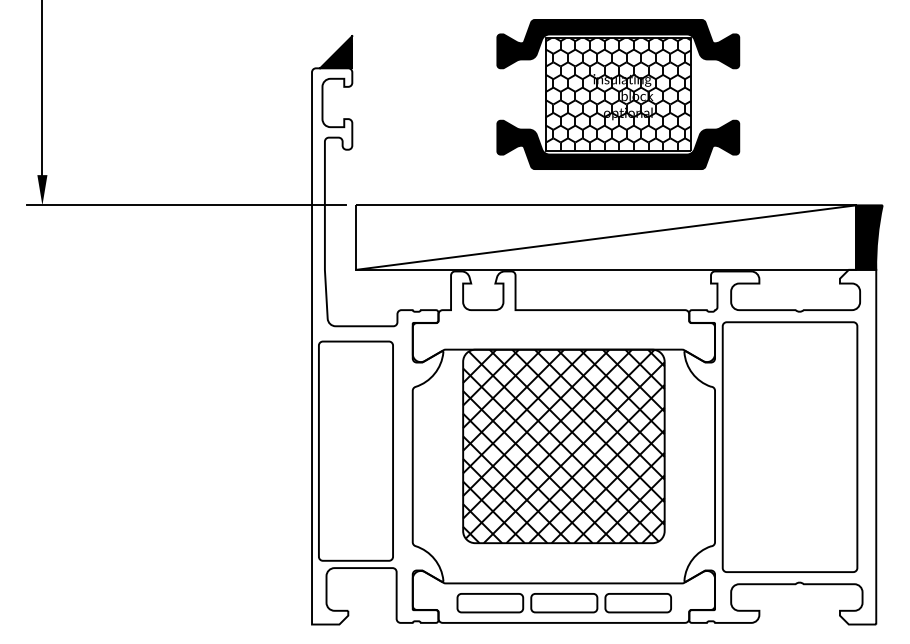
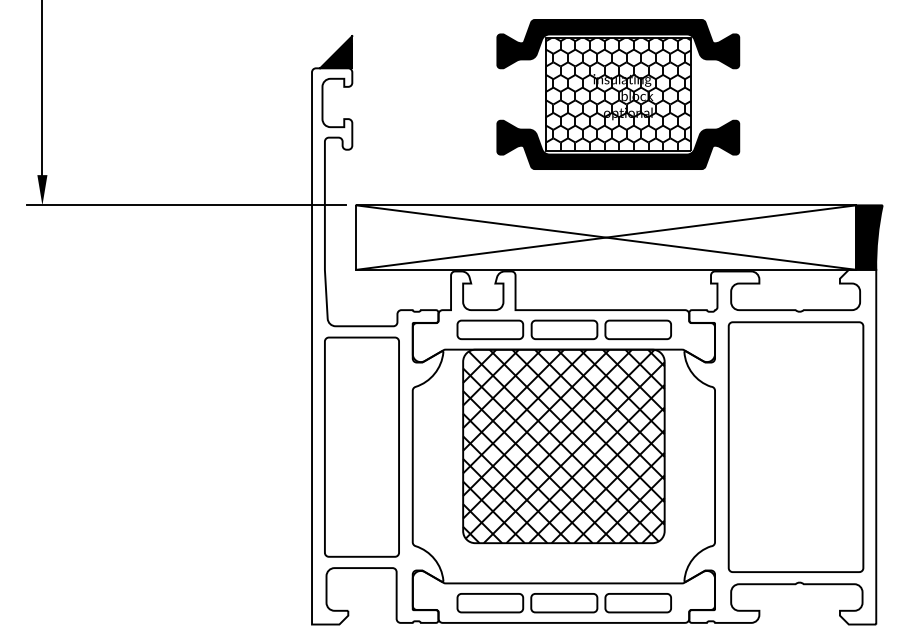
line at (606, 237): none -> present
part at (563, 329): none -> present
part at (789, 446) position: (789, 446) -> (795, 446)
part at (355, 450) position: (355, 450) -> (361, 446)
